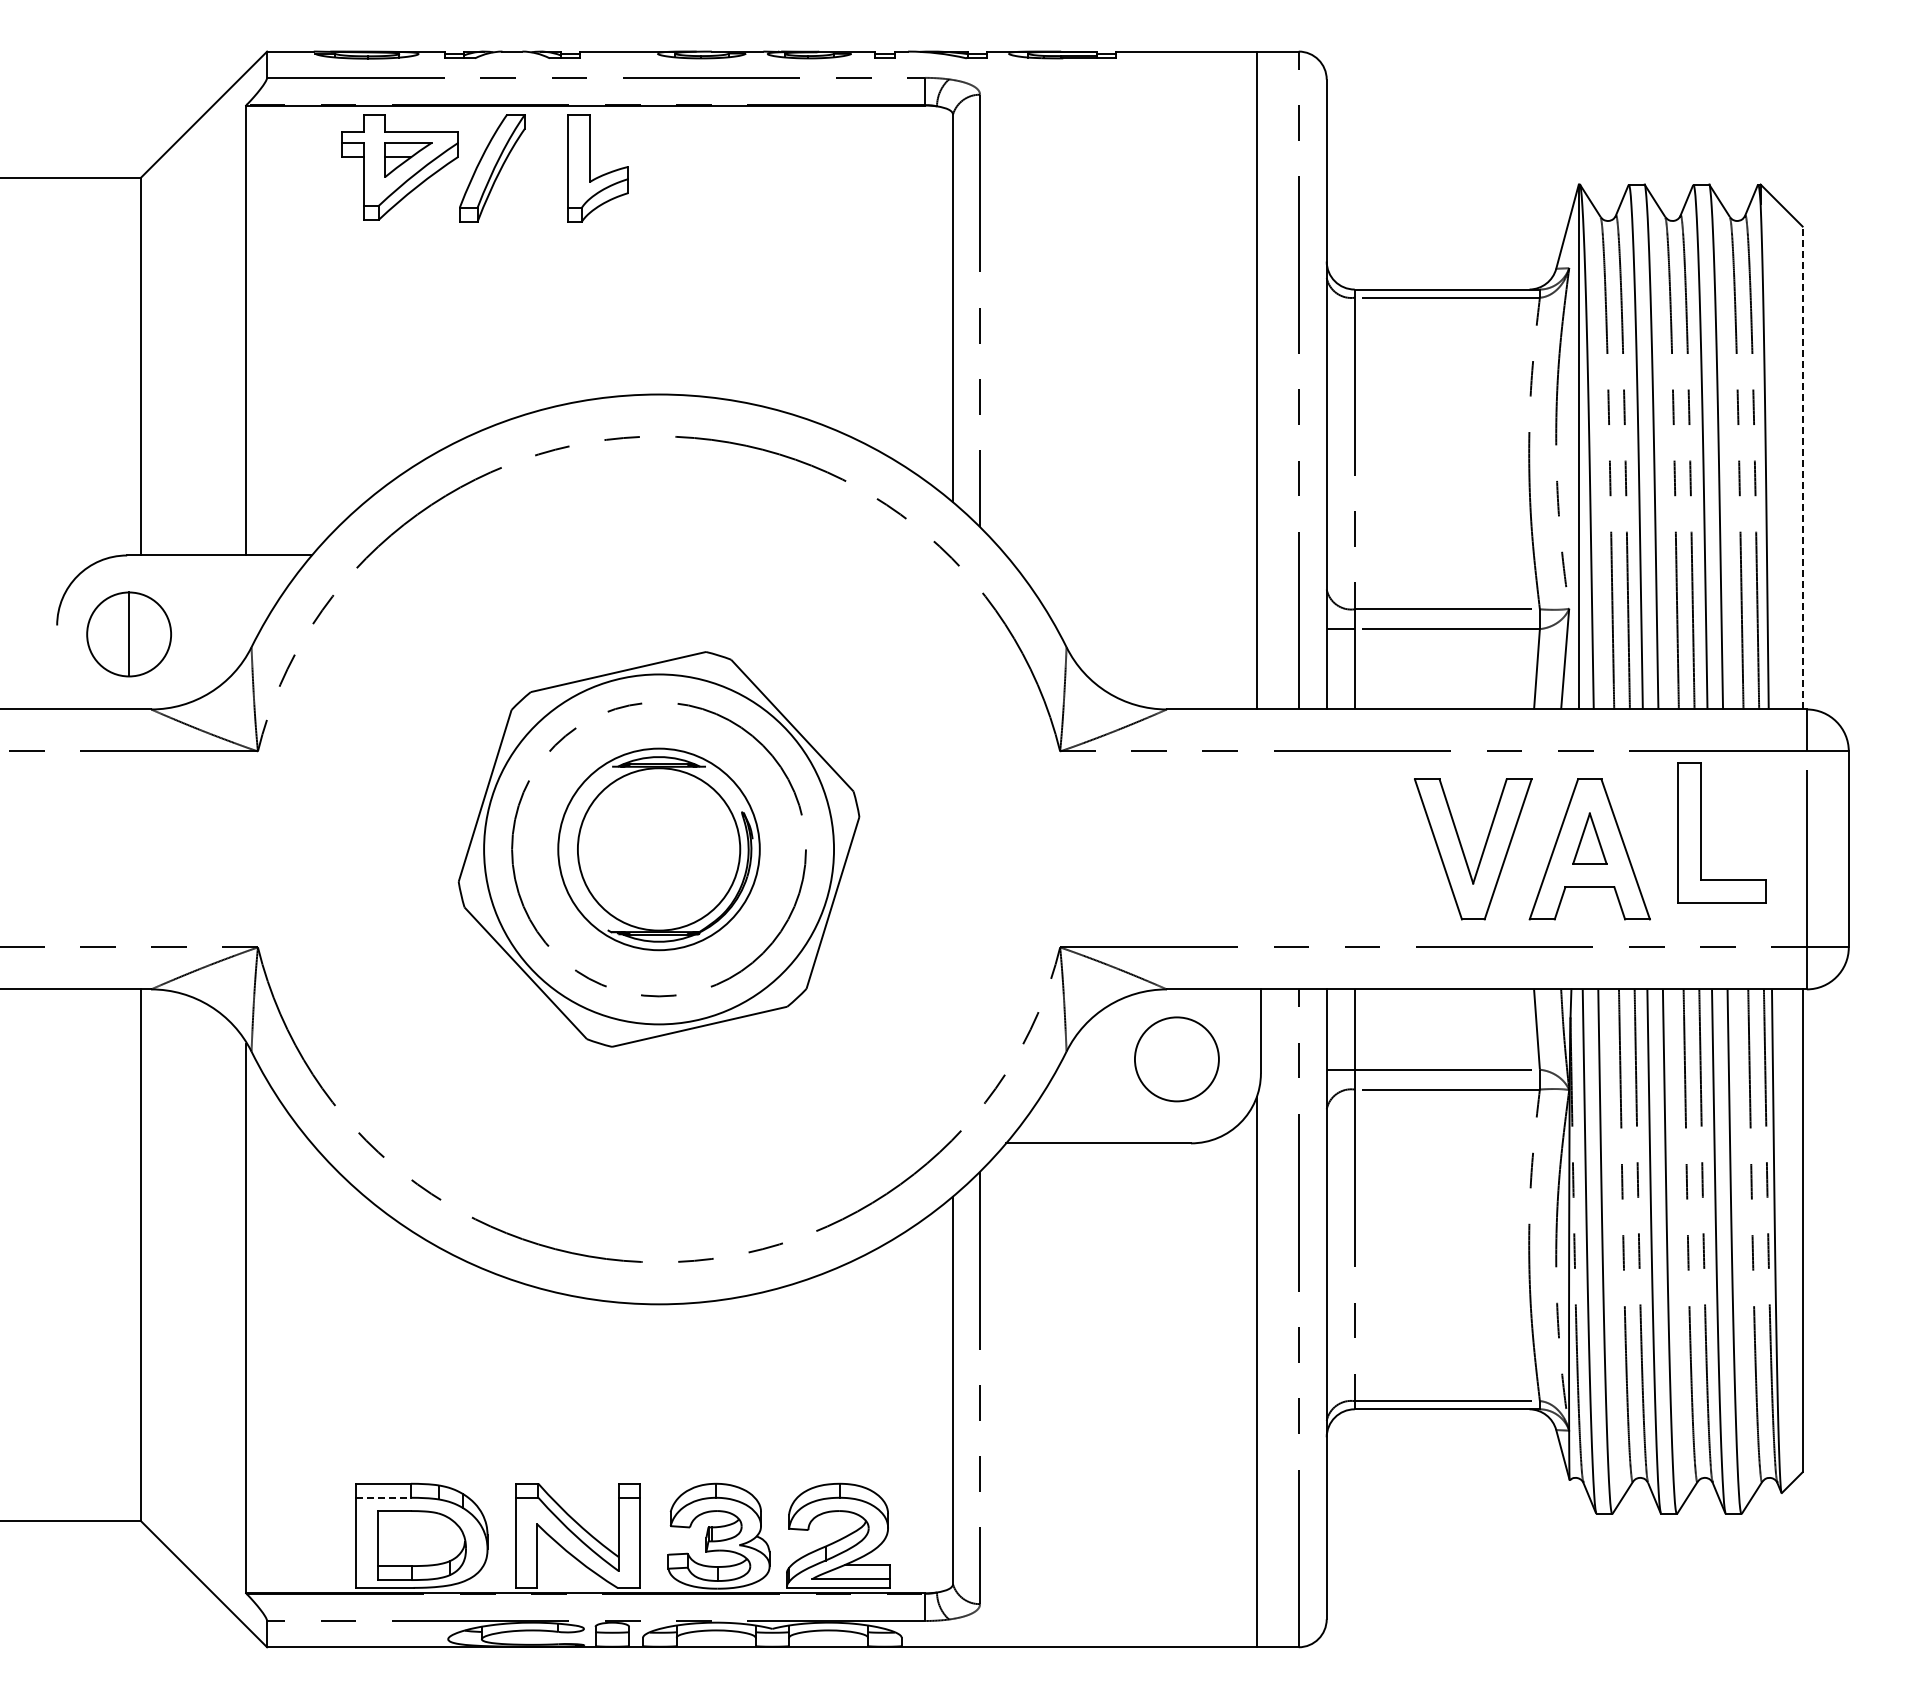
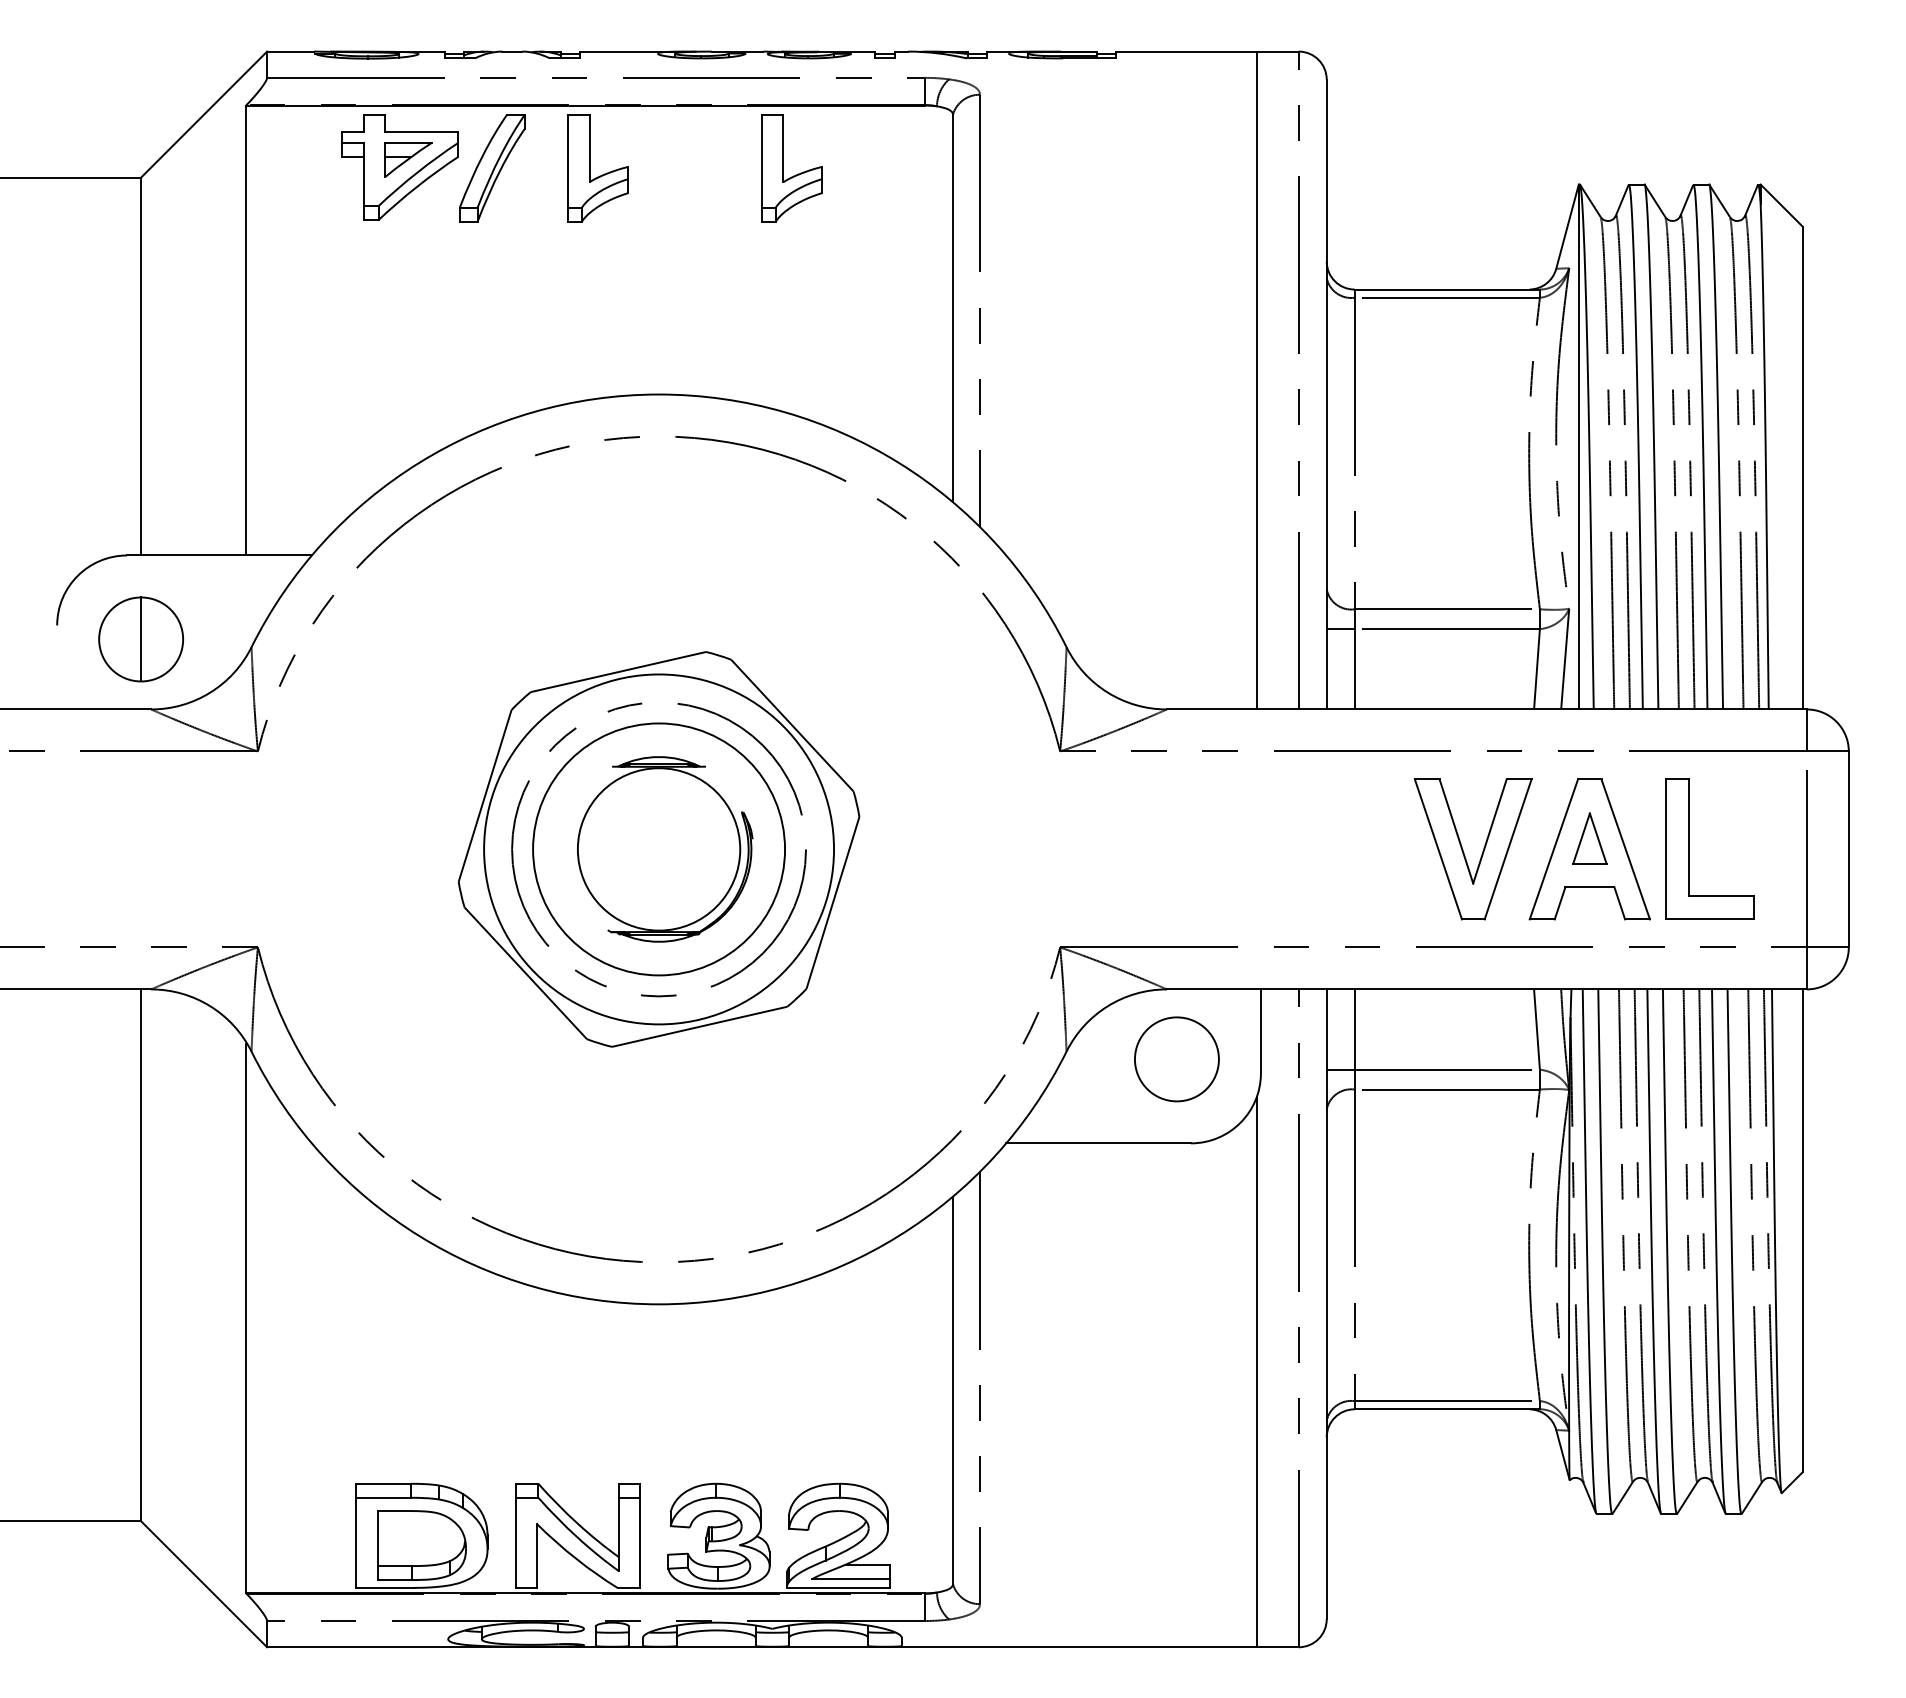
part at (795, 174): none -> present
line at (1802, 467): dashed -> solid
part at (128, 634) position: (128, 634) -> (140, 639)
part at (1701, 832) position: (1701, 832) -> (1689, 848)
circle at (658, 849) diameter: 202 px -> 252 px
line at (384, 1497): dashed -> solid
